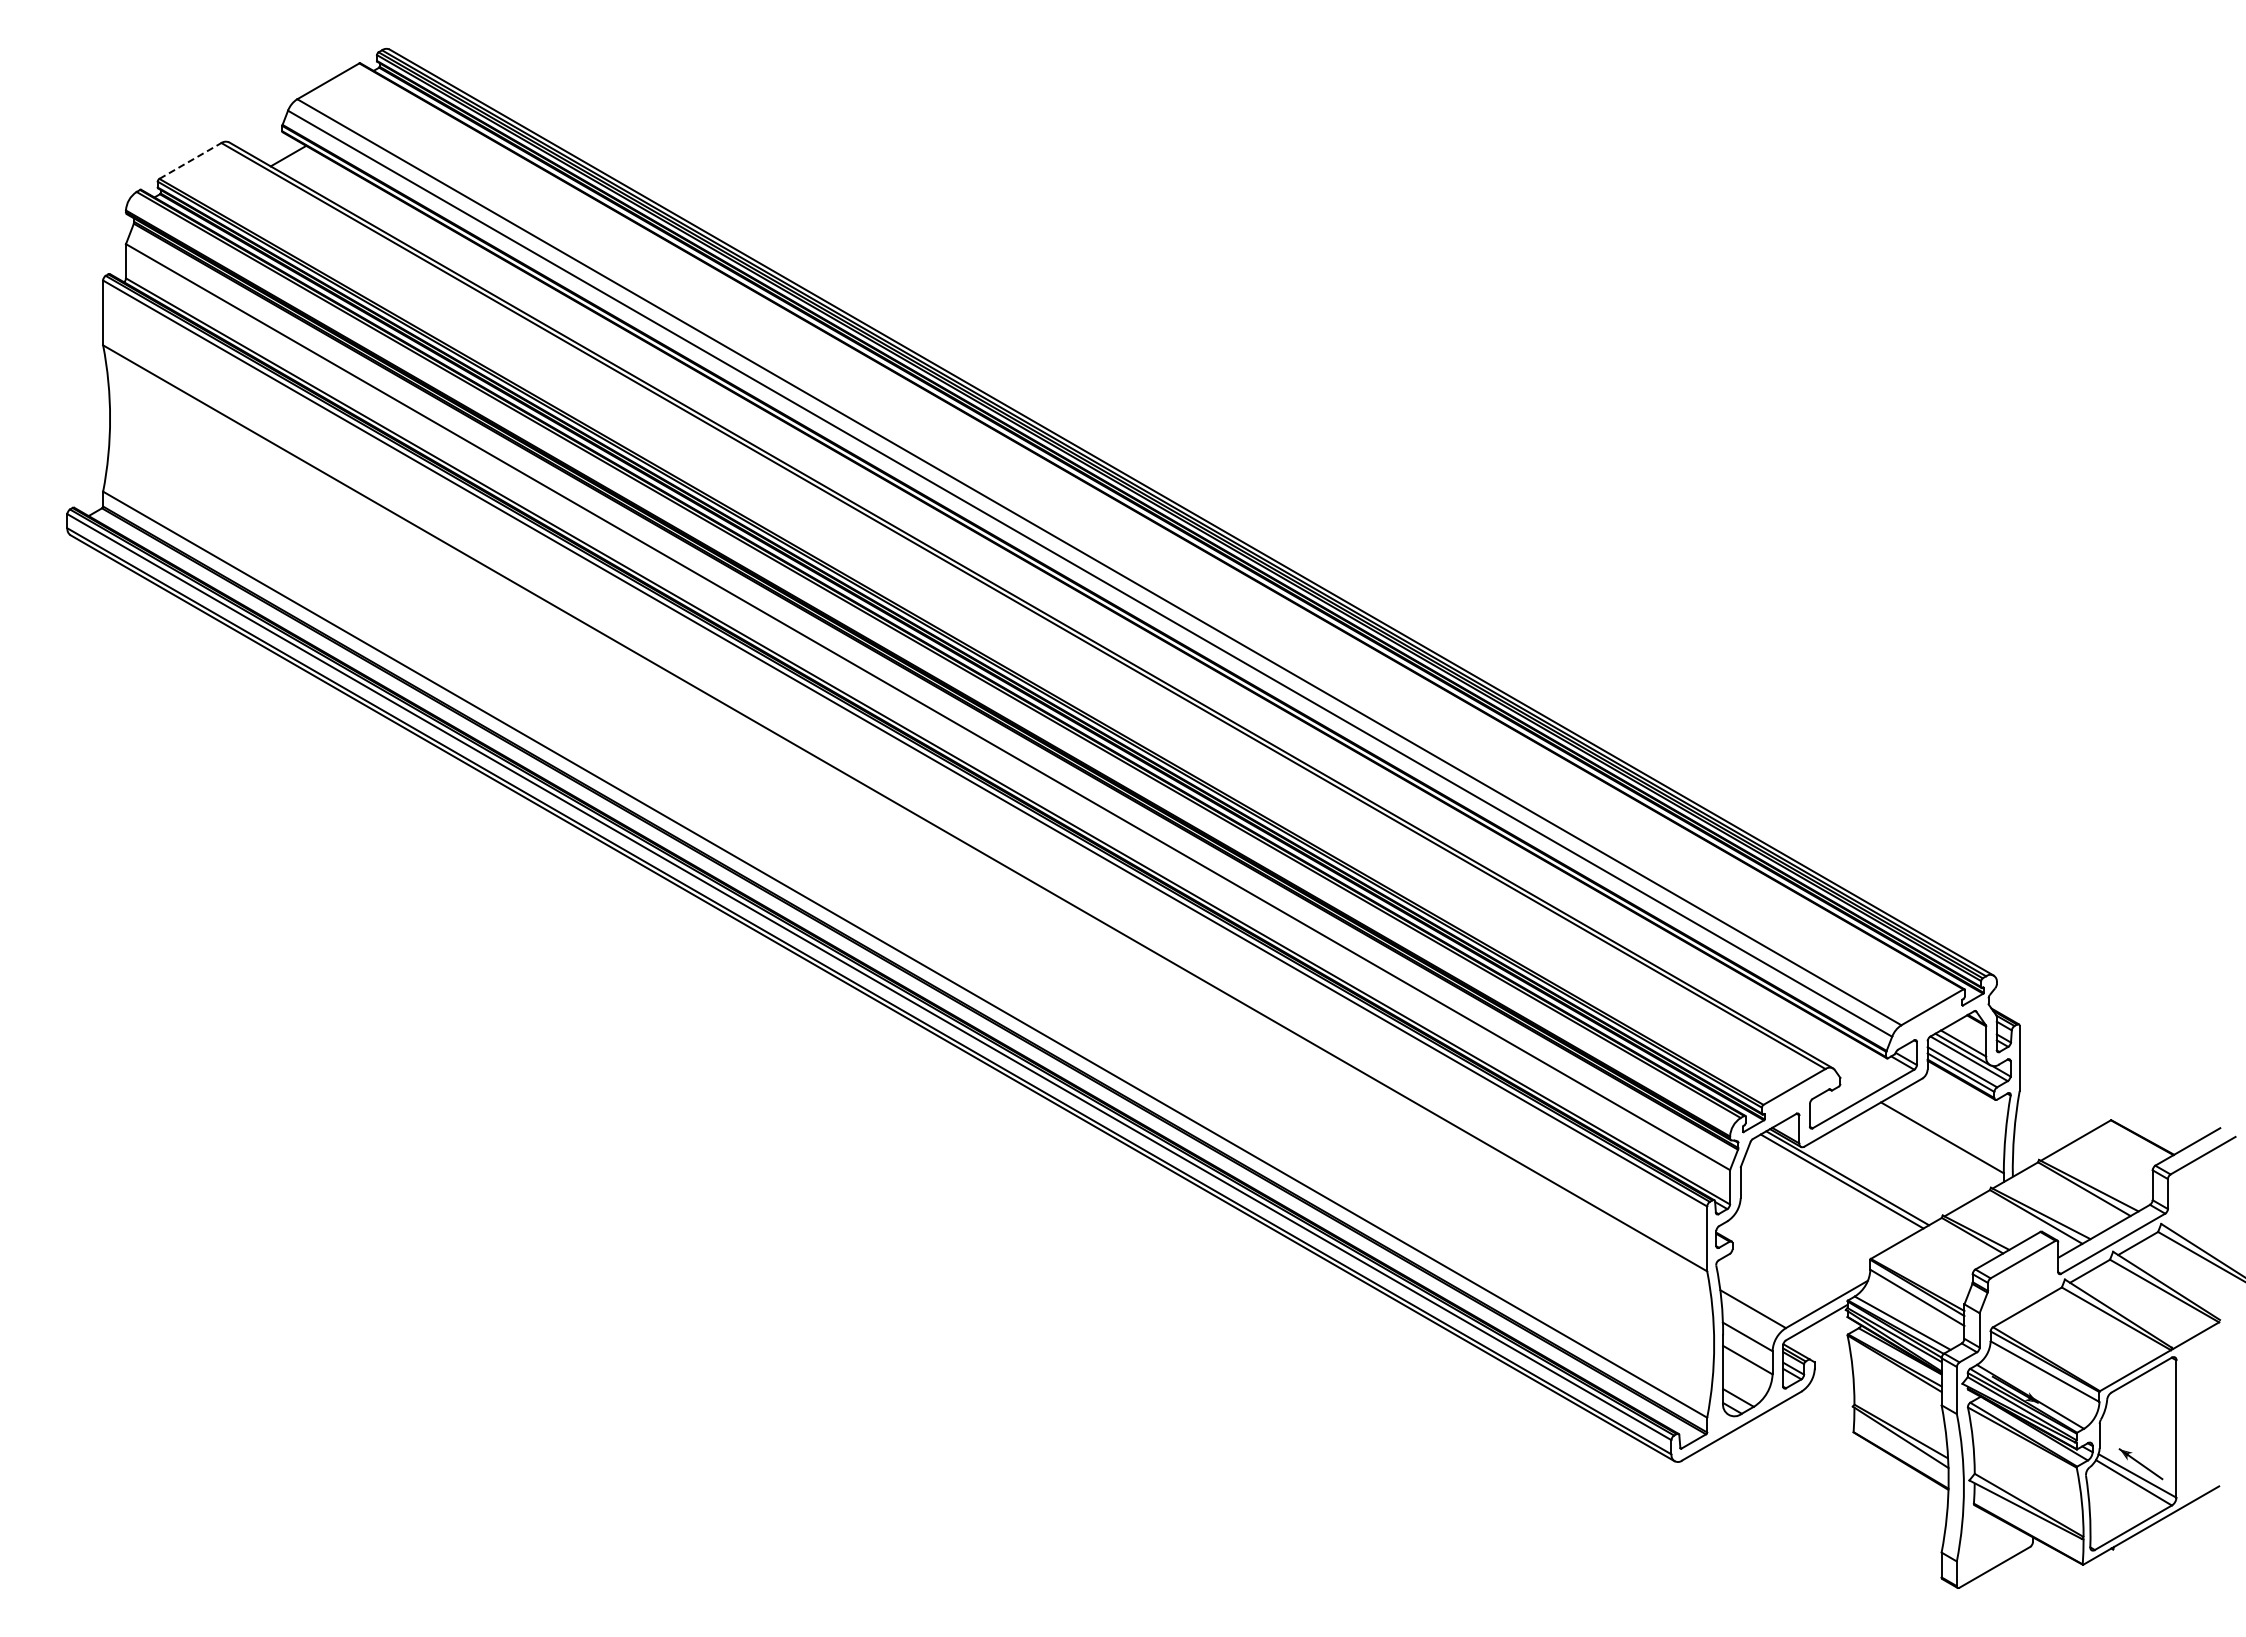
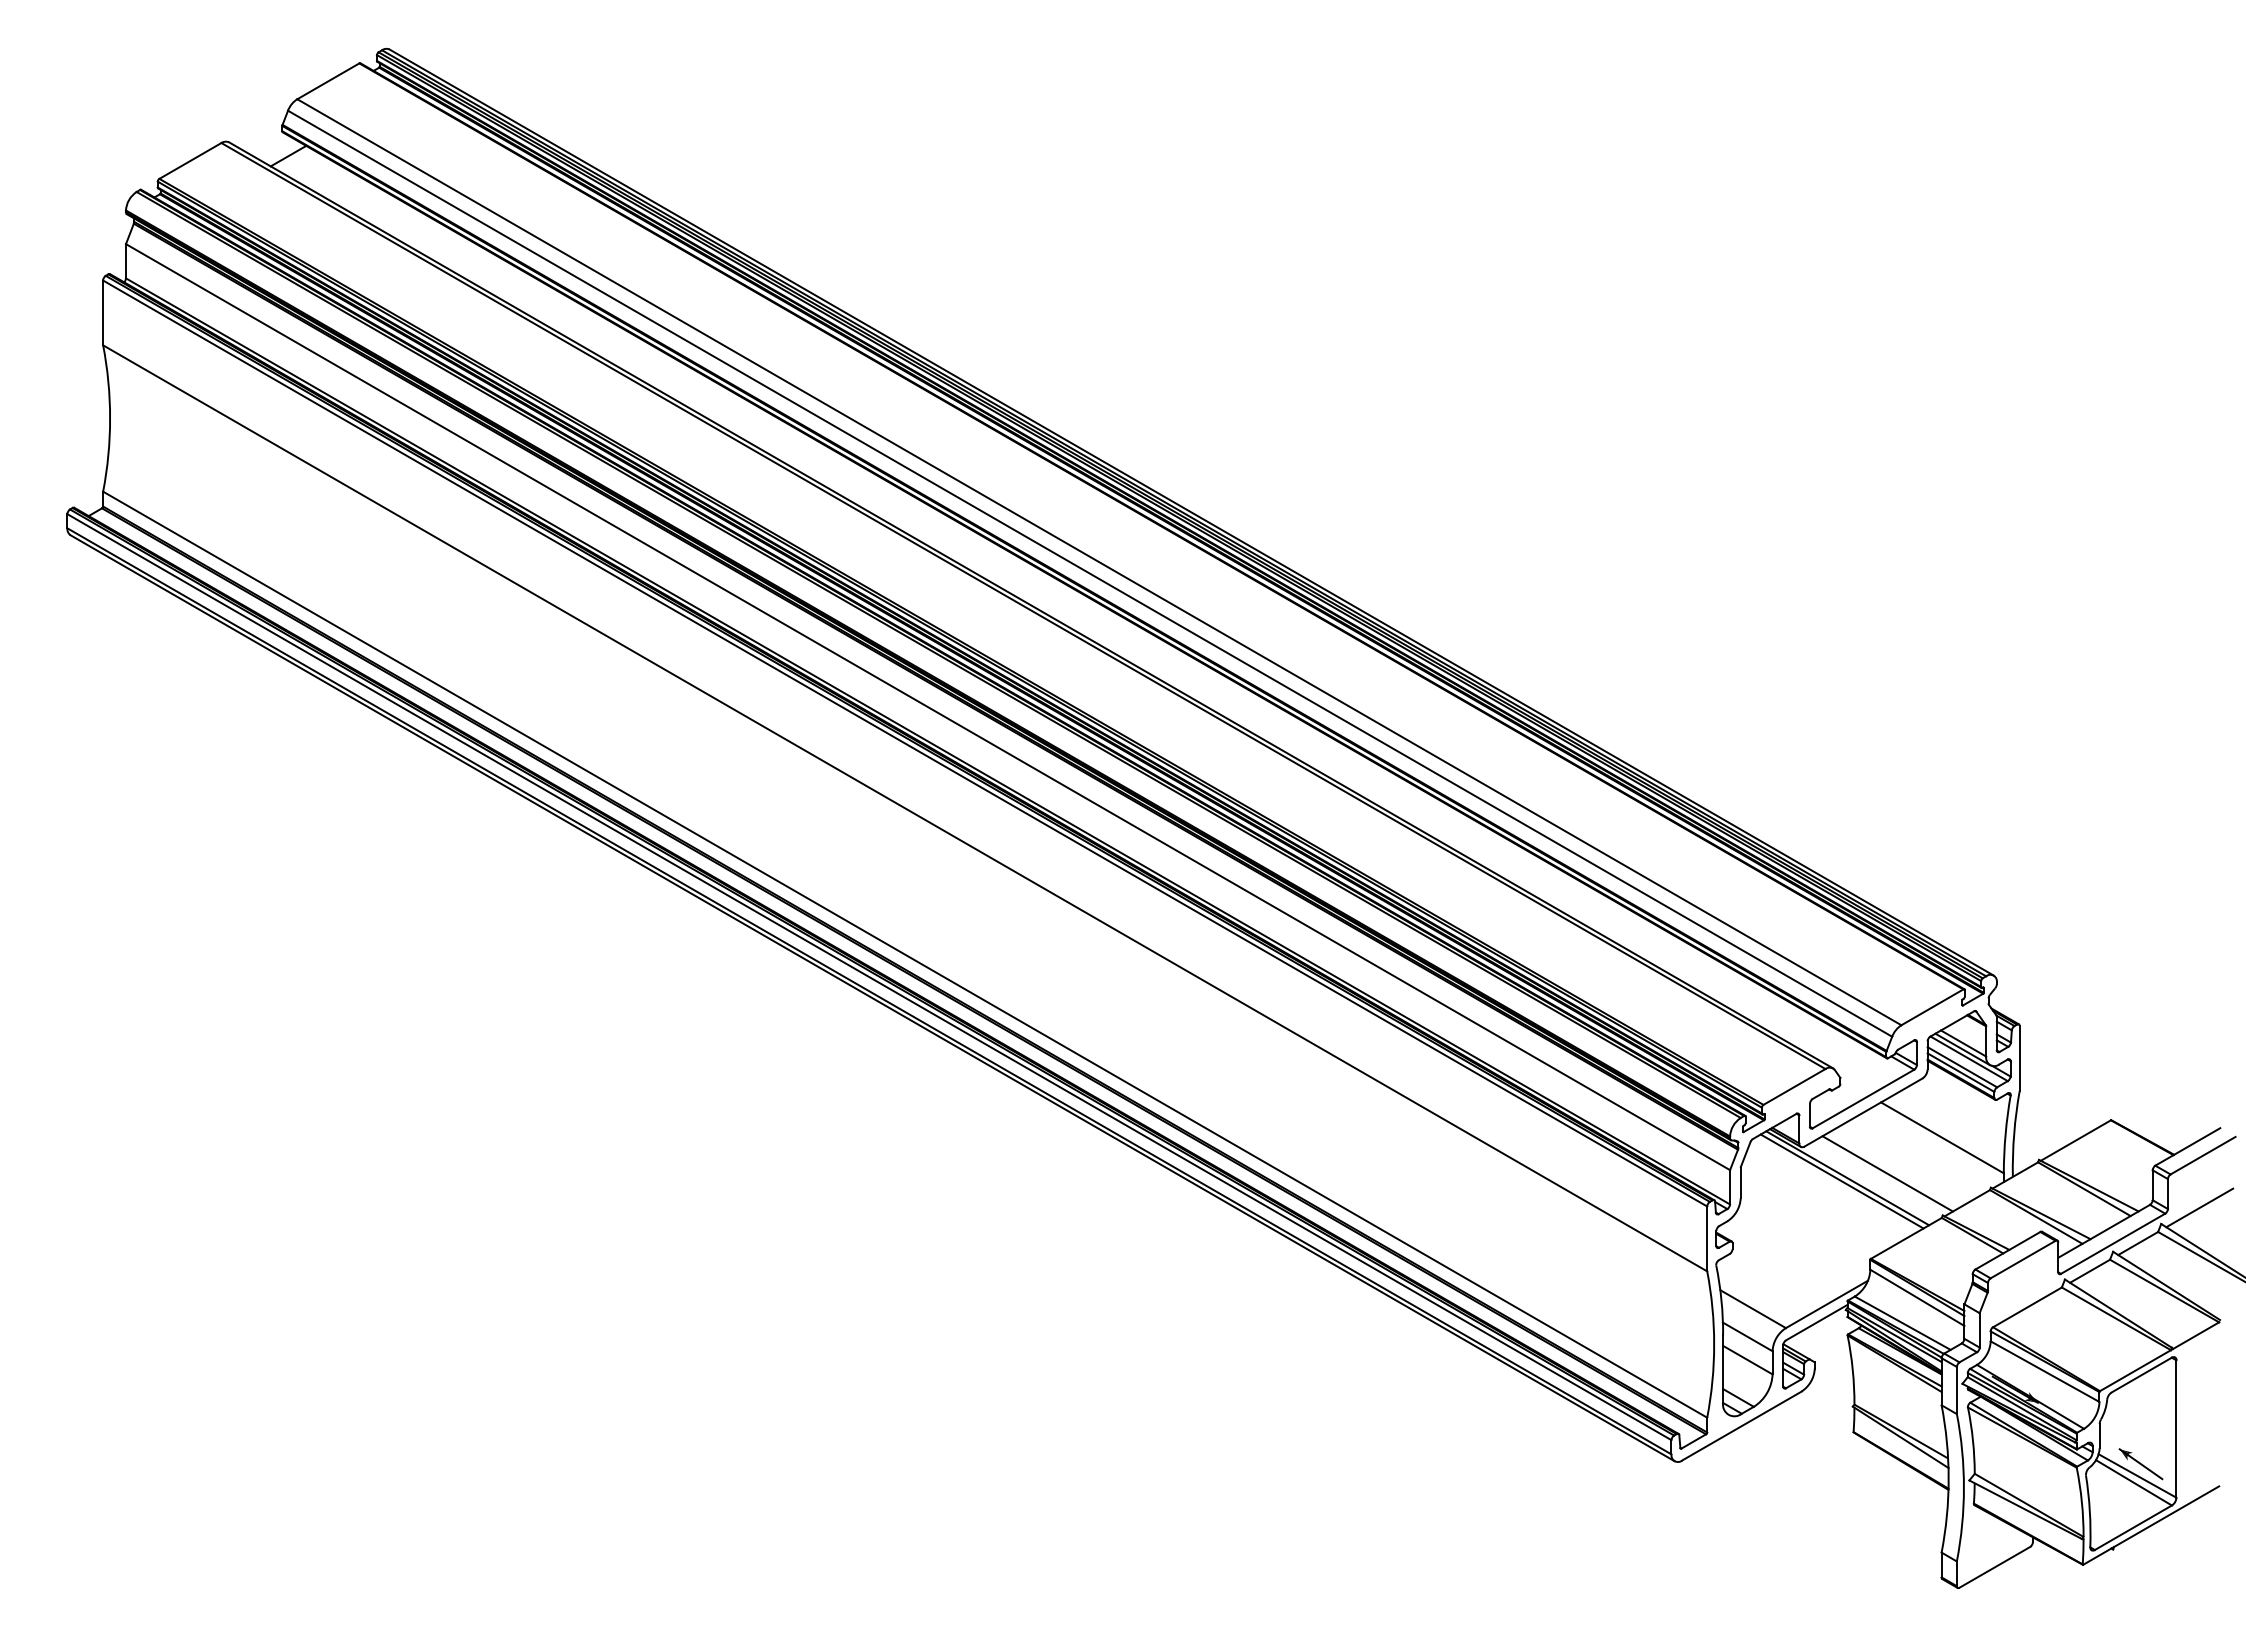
line at (190, 160): dashed -> solid
line at (1887, 1173): none -> present
line at (2199, 1207): none -> present
